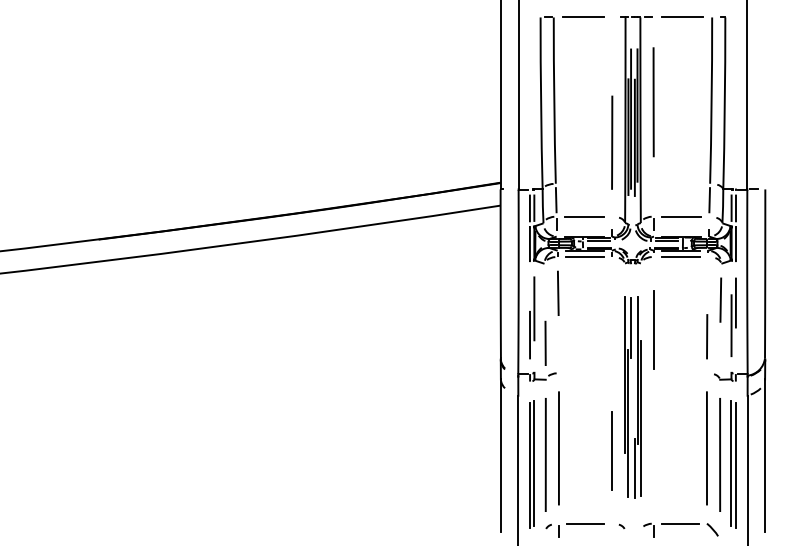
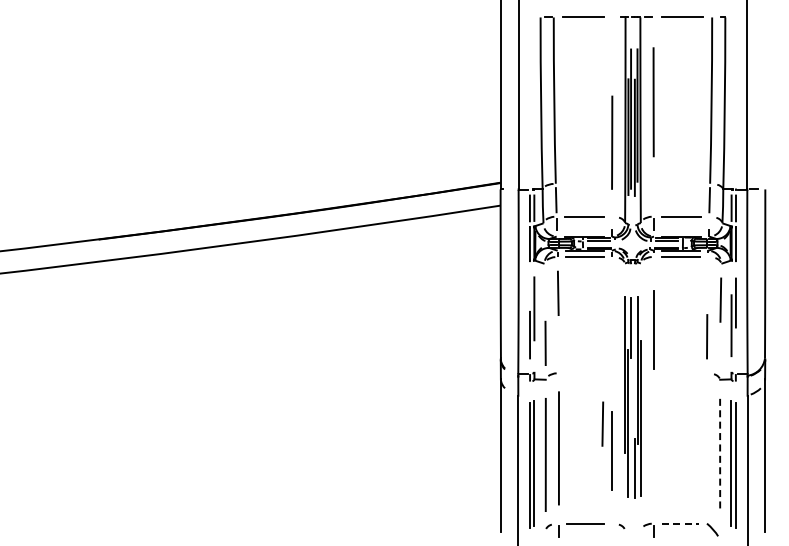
line at (602, 423): none -> present
line at (706, 448): present -> none
line at (720, 455): solid -> dashed
line at (680, 523): solid -> dashed
